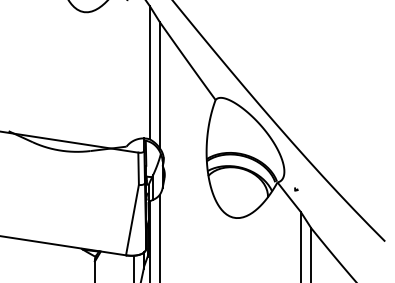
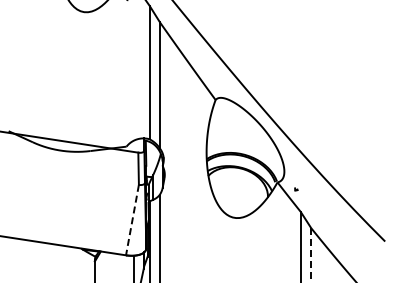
line at (132, 220): solid -> dashed
line at (311, 256): solid -> dashed
